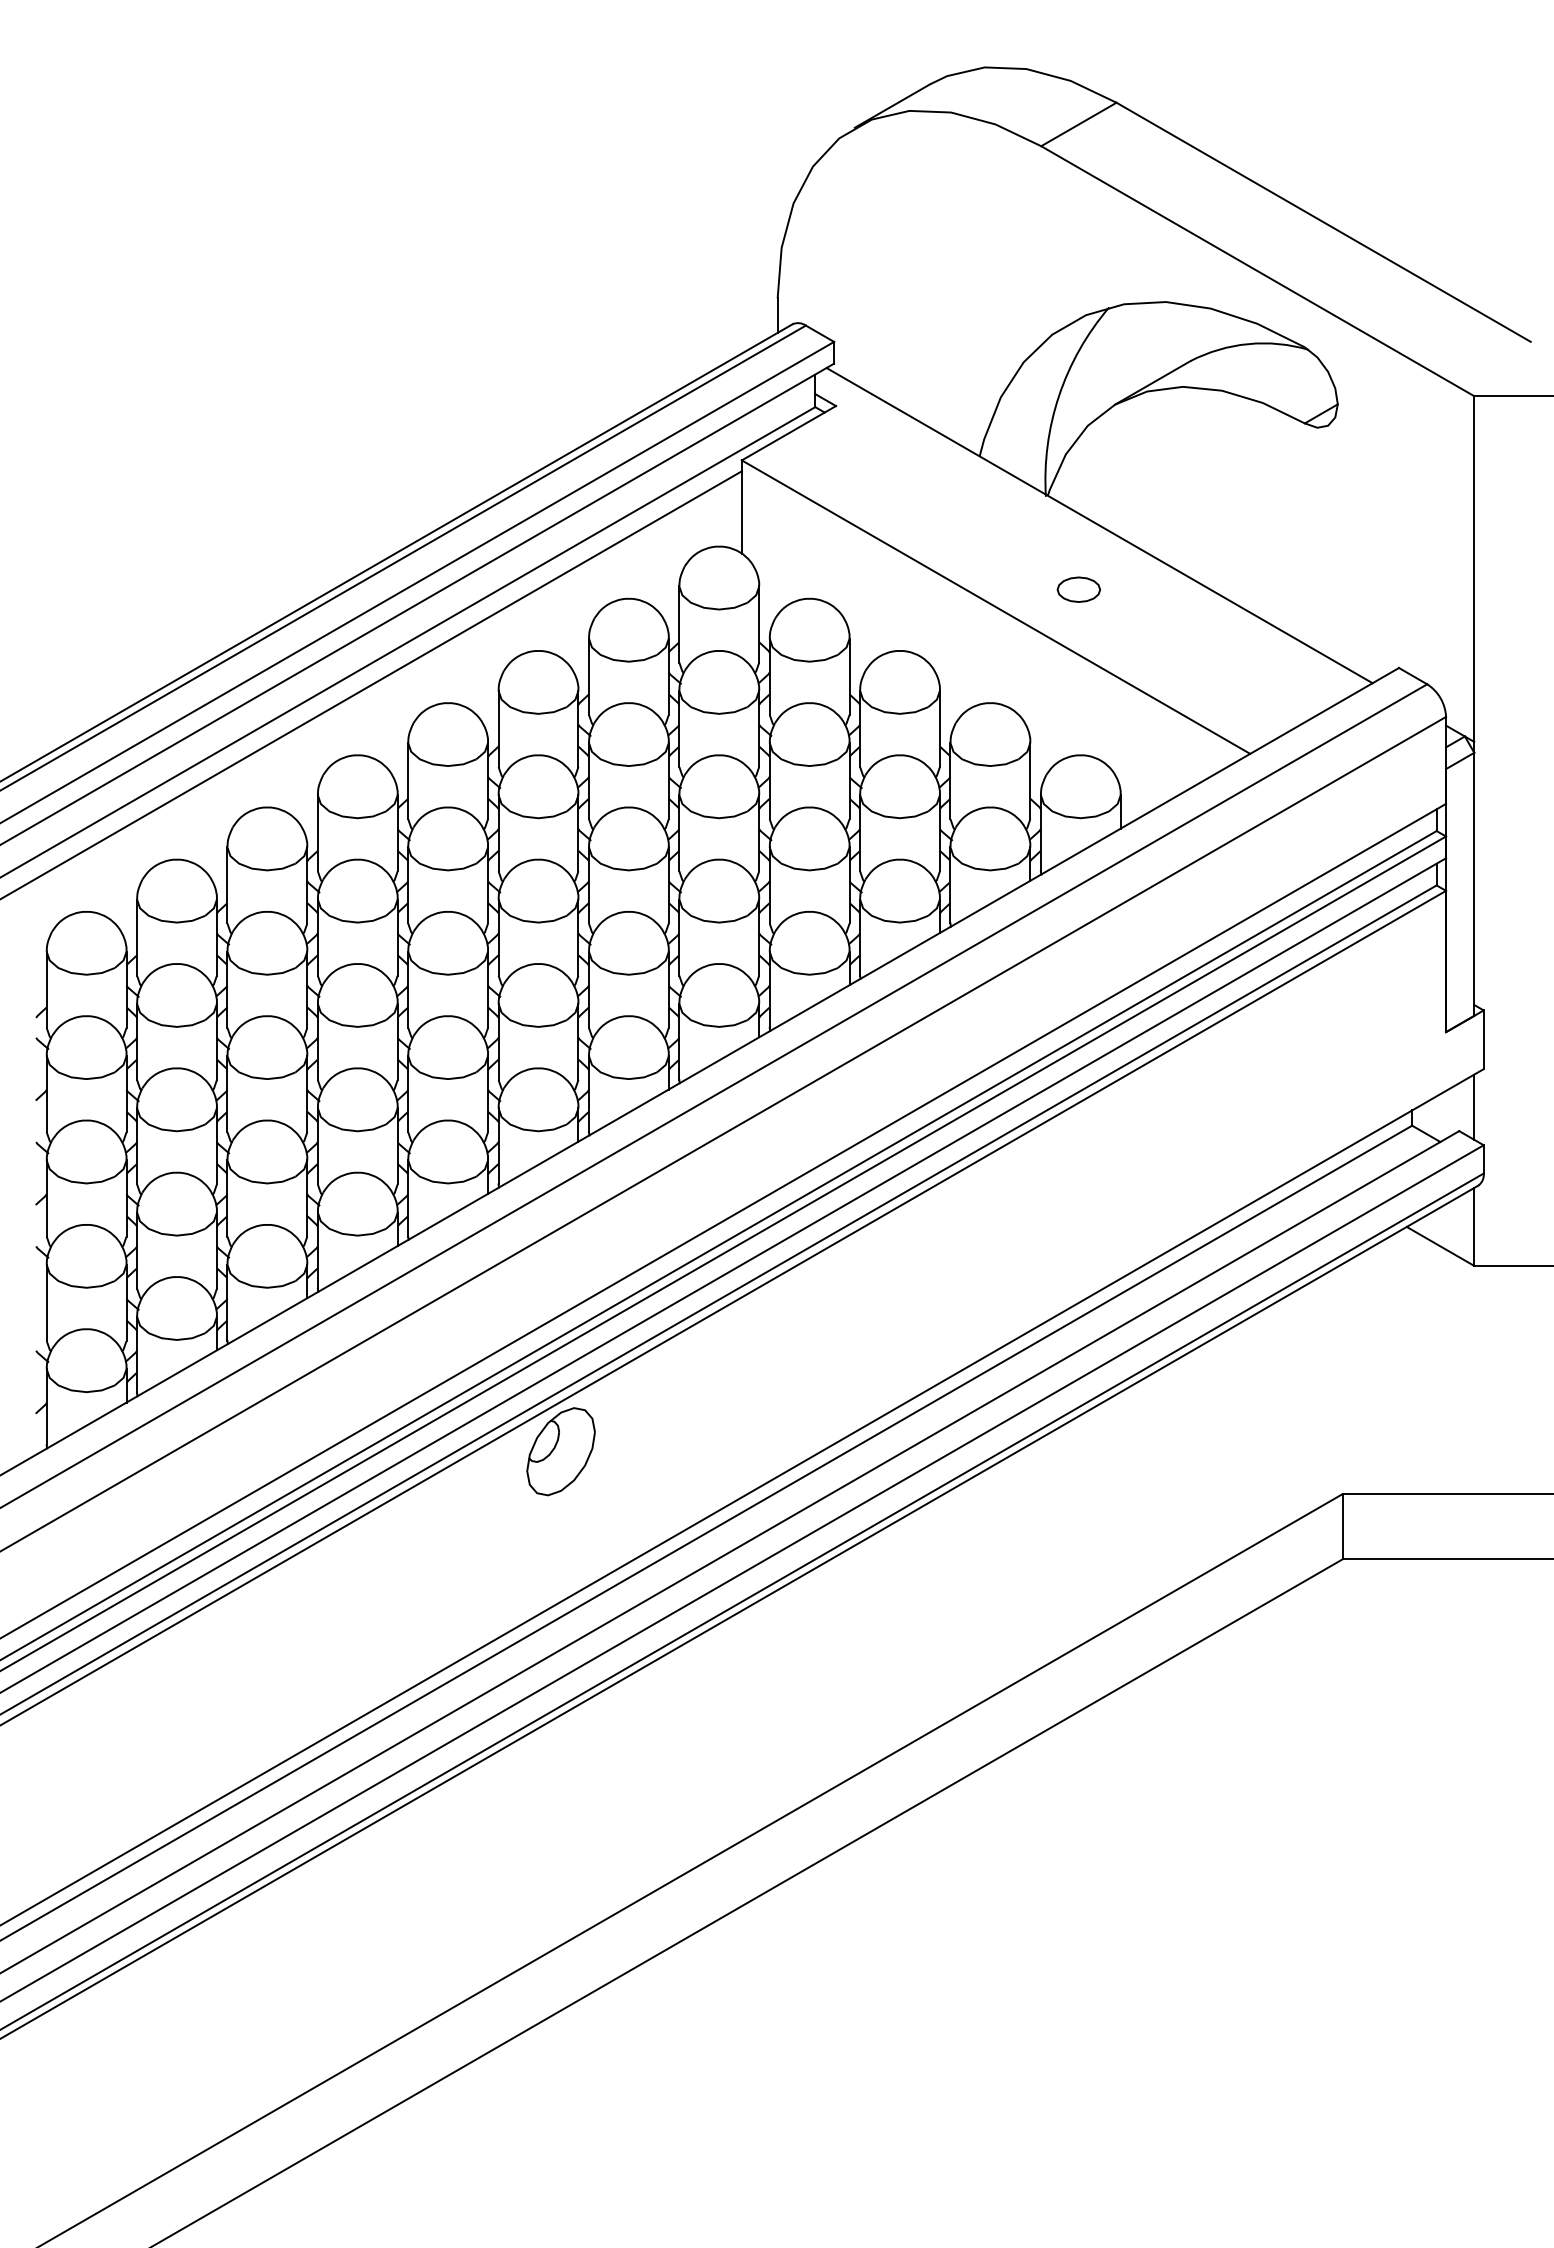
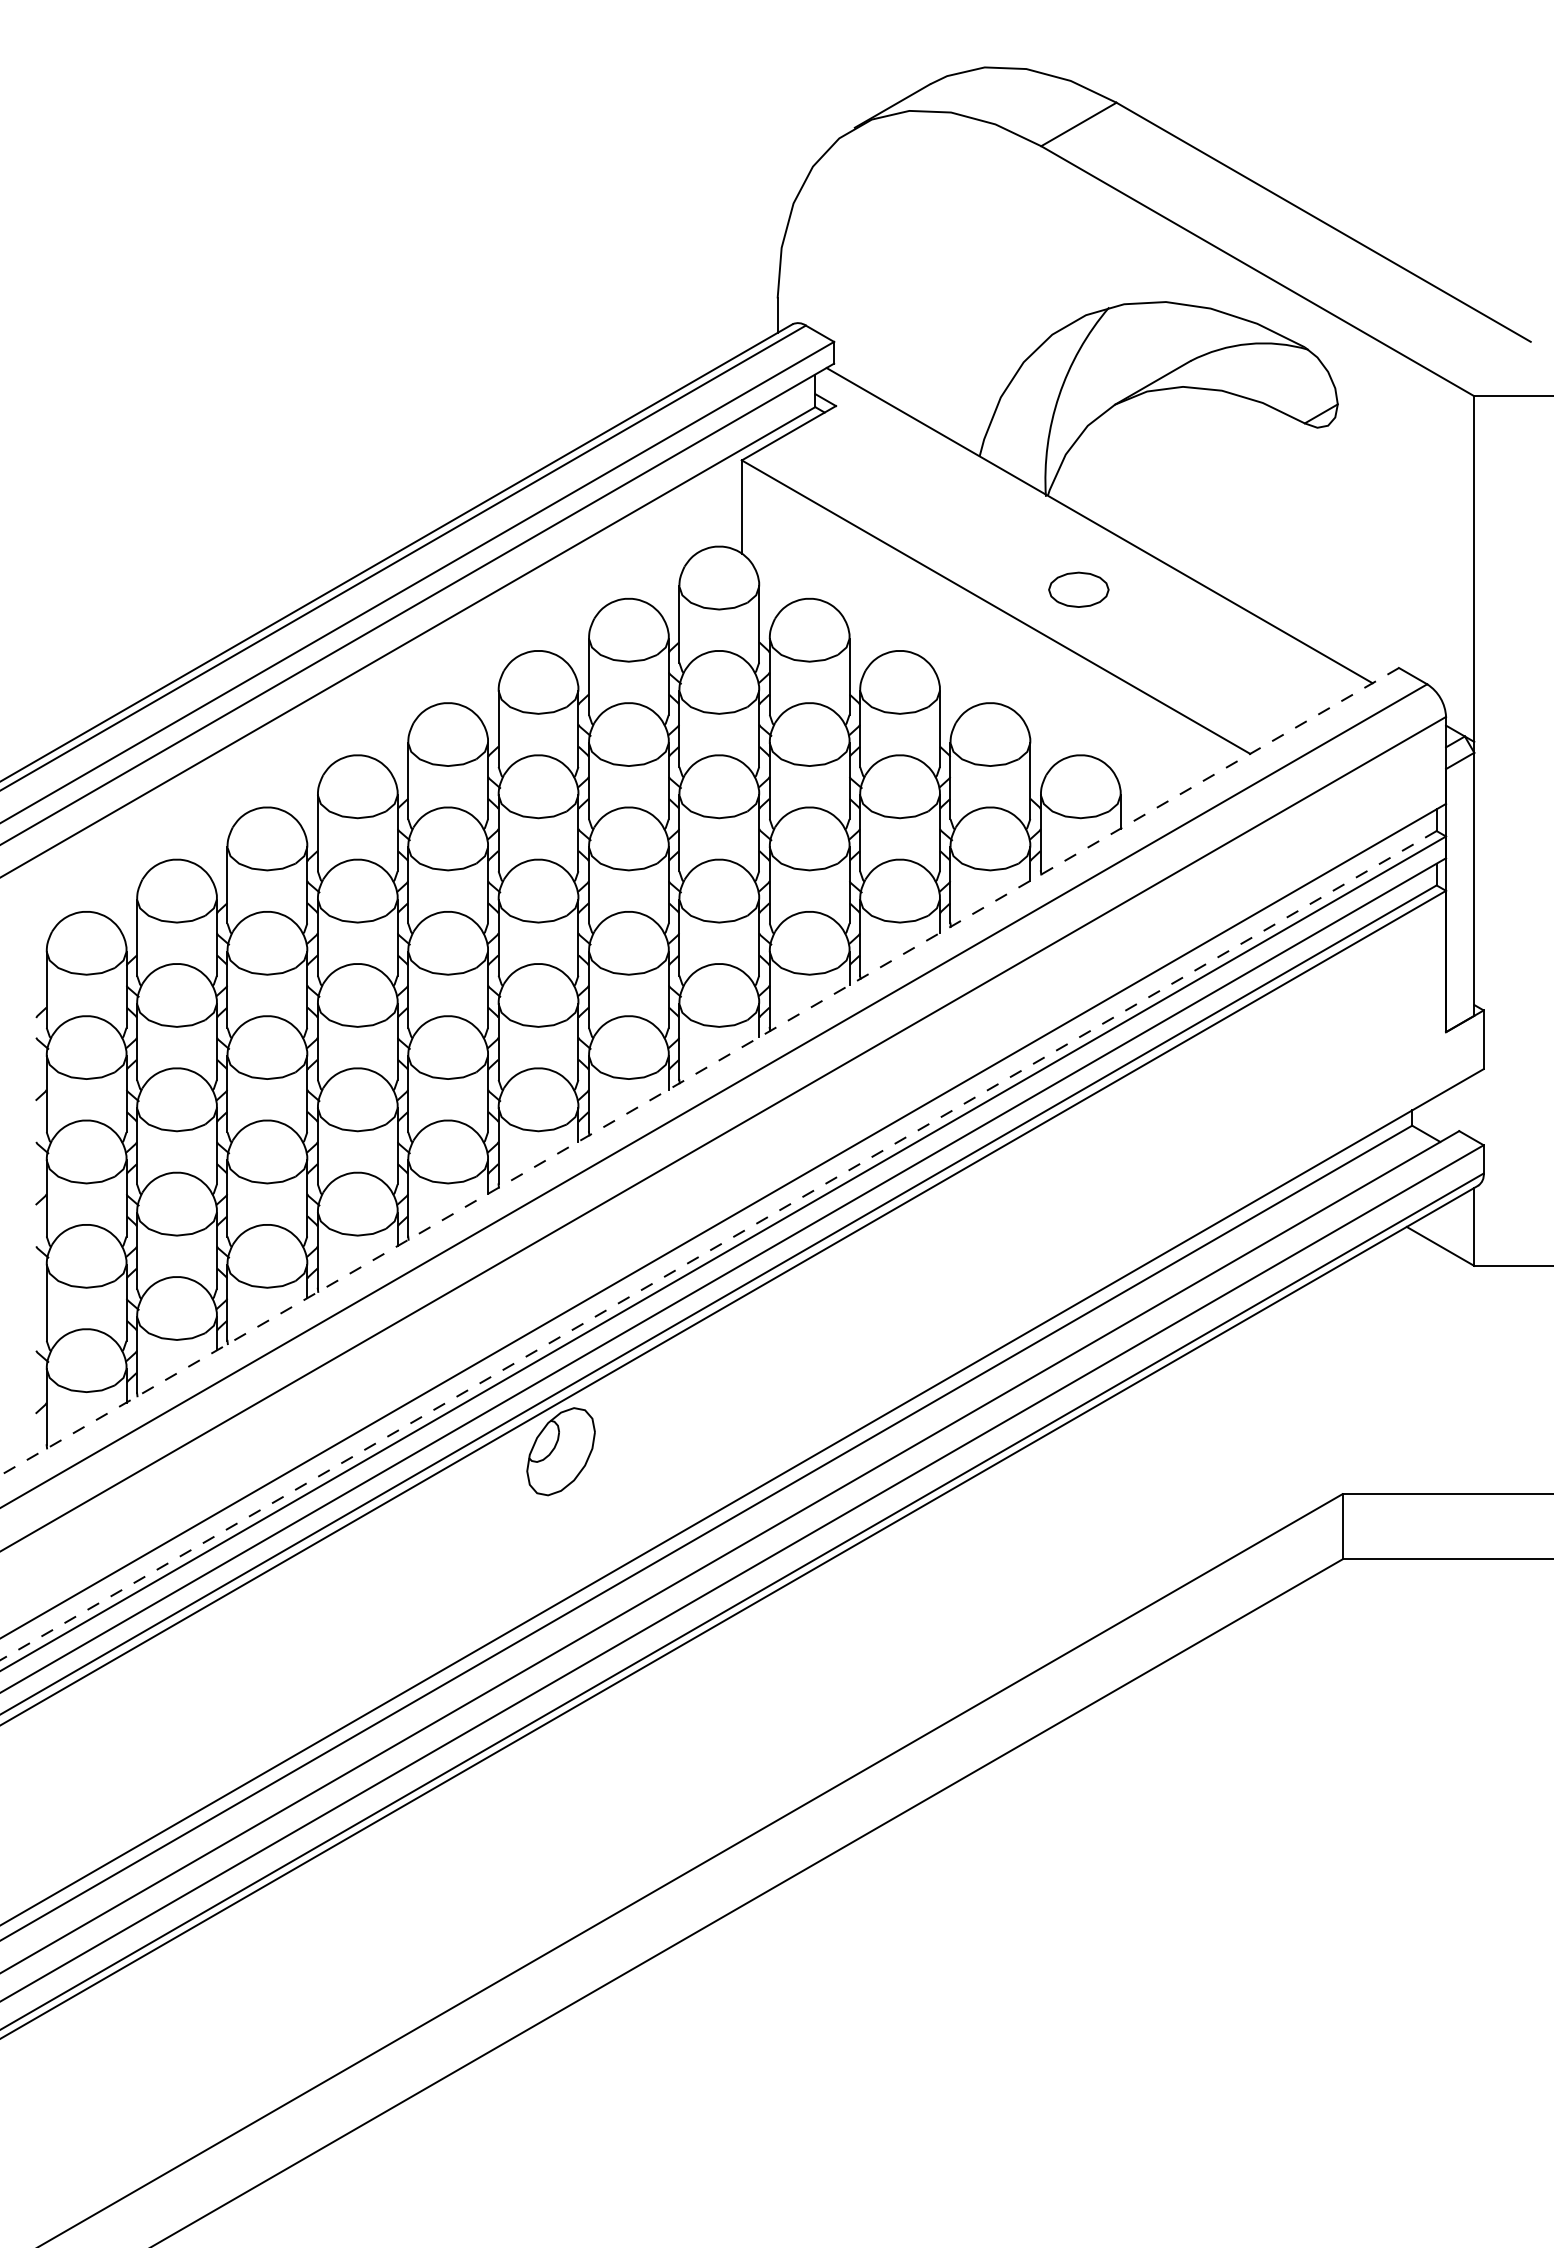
part at (1078, 589) size: 46x27 px -> 62x37 px
line at (371, 684): present -> none
line at (699, 1071): solid -> dashed
line at (1474, 1106): present -> none
line at (718, 1245): solid -> dashed
